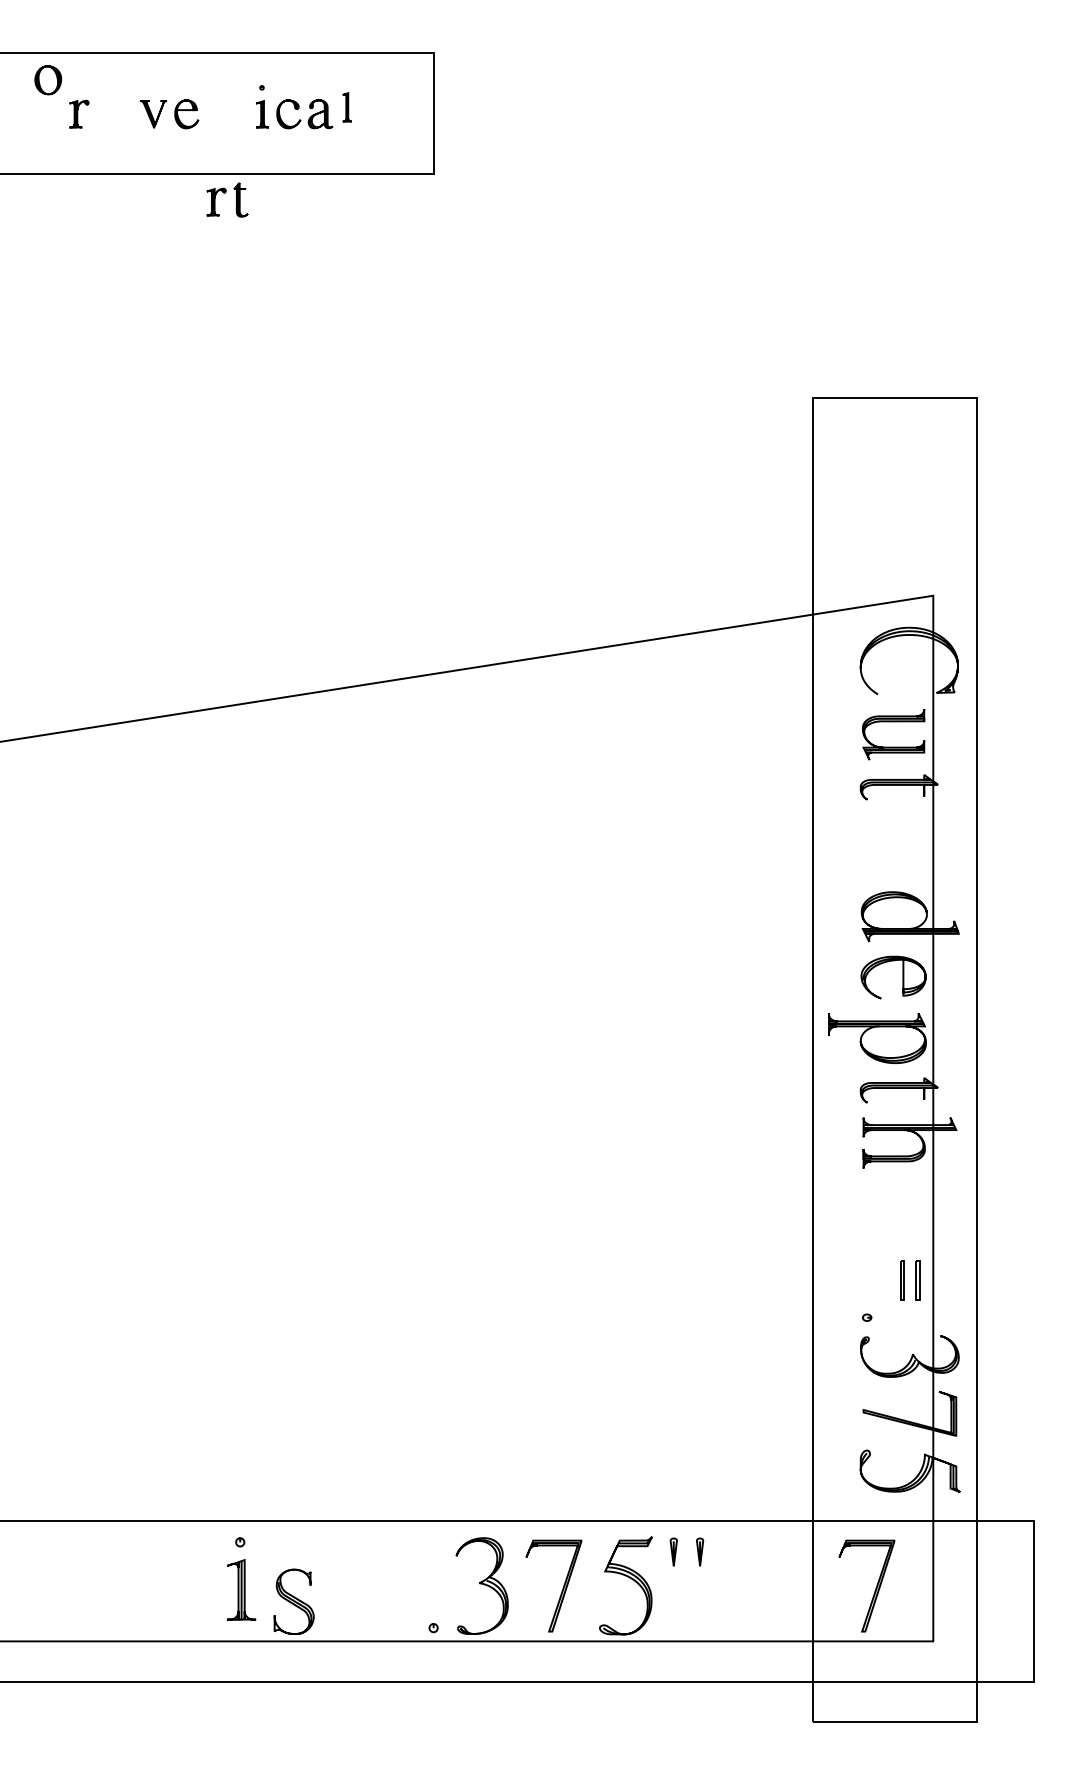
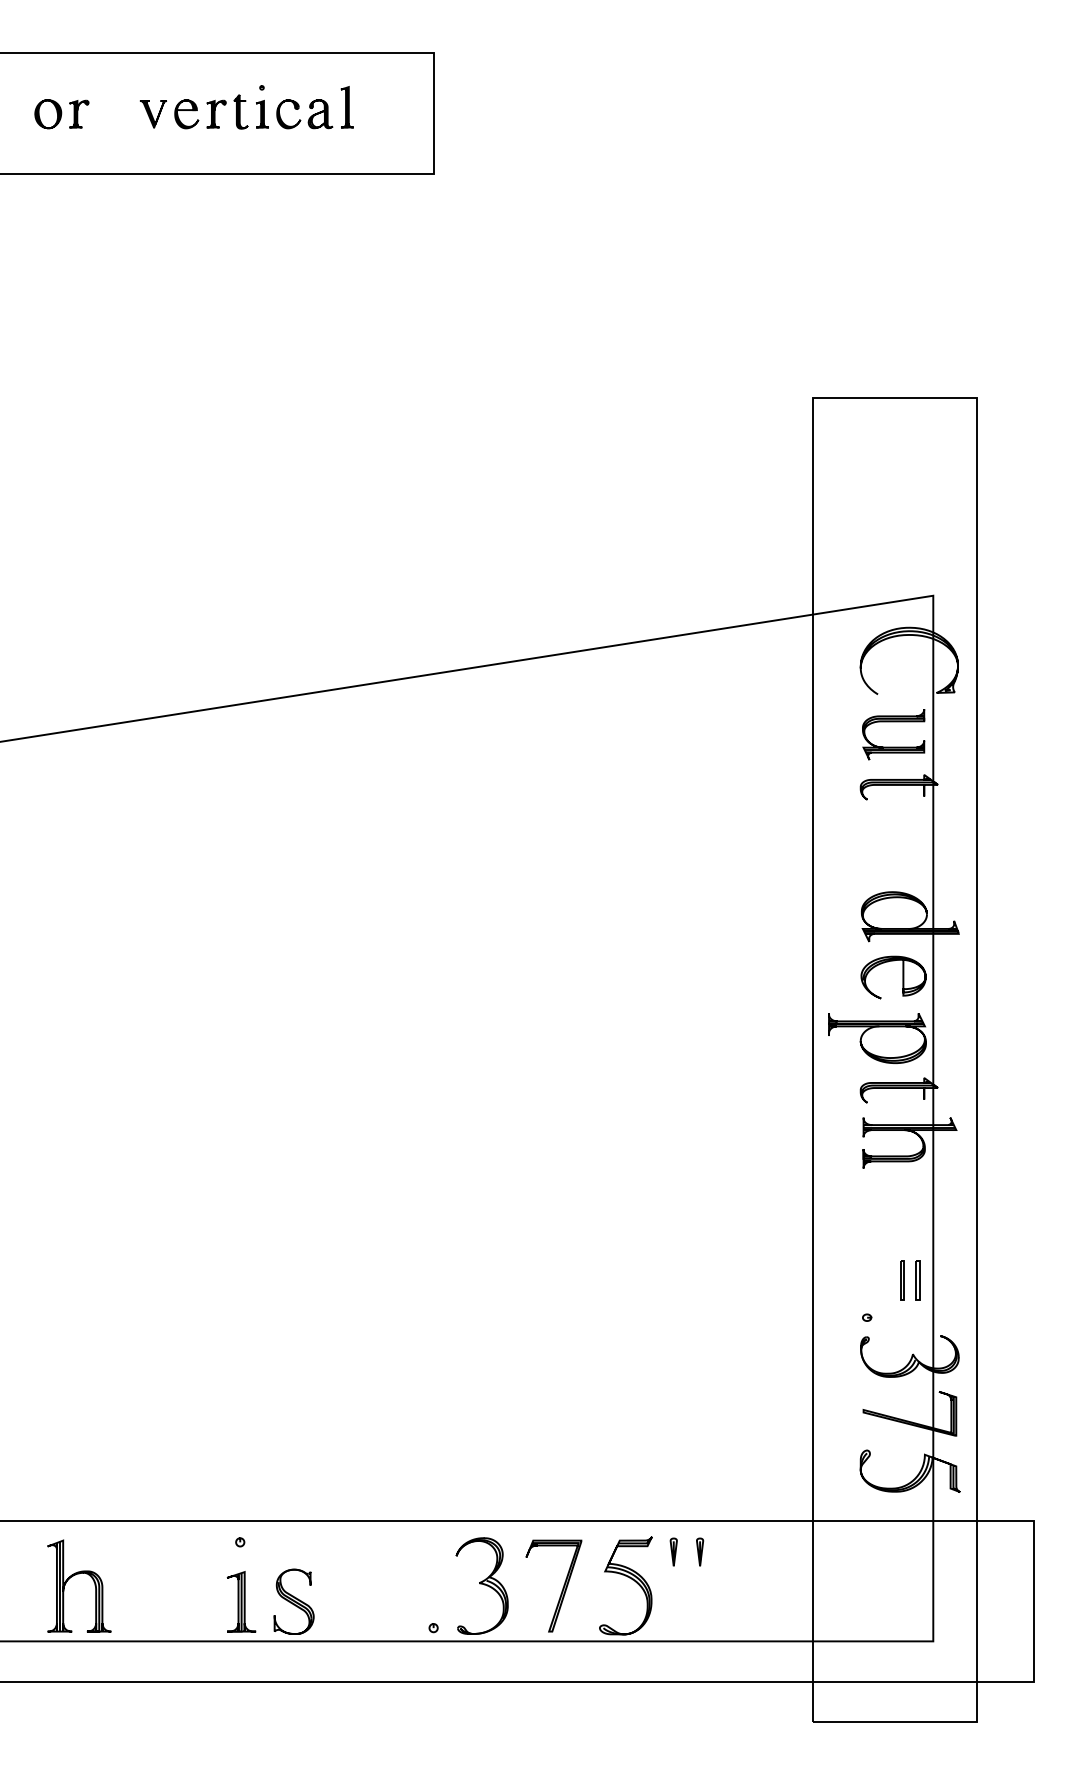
curve at (56, 78) position: (56, 78) -> (56, 112)
part at (346, 107) size: 10x31 px -> 14x43 px
part at (225, 193) position: (225, 193) -> (225, 105)
part at (75, 1575): none -> present
curve at (875, 1587): present -> none
part at (241, 1589) position: (241, 1589) -> (241, 1601)
